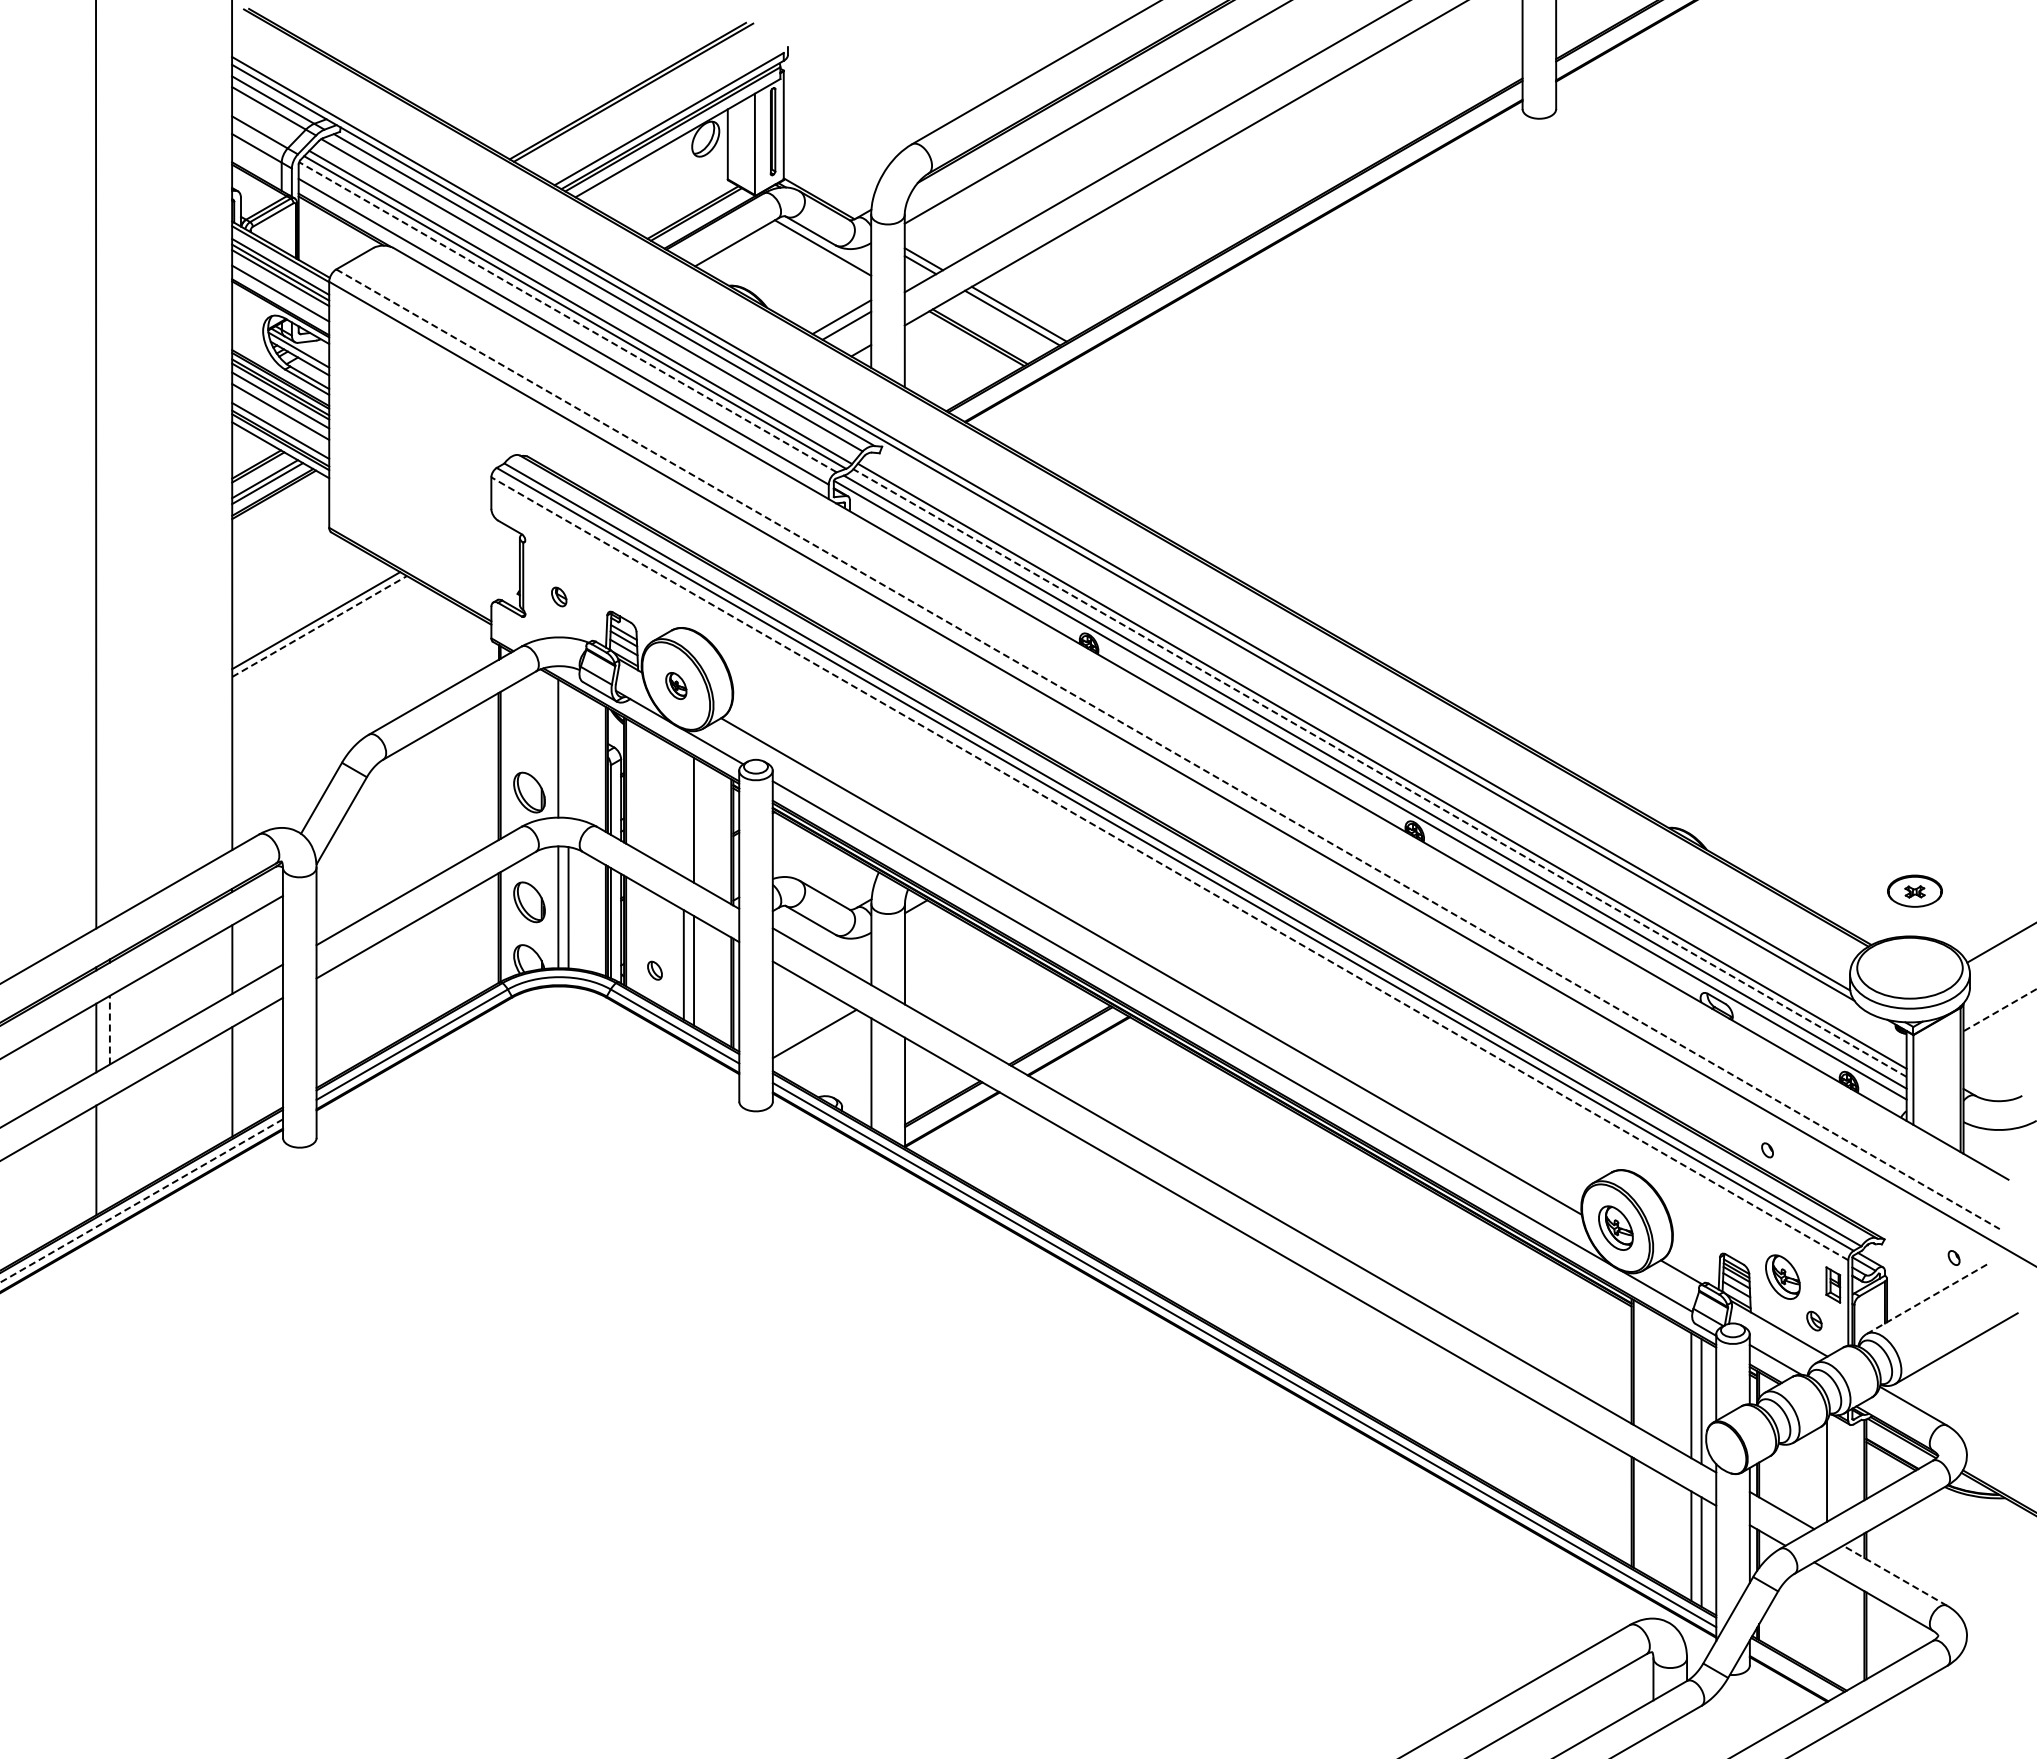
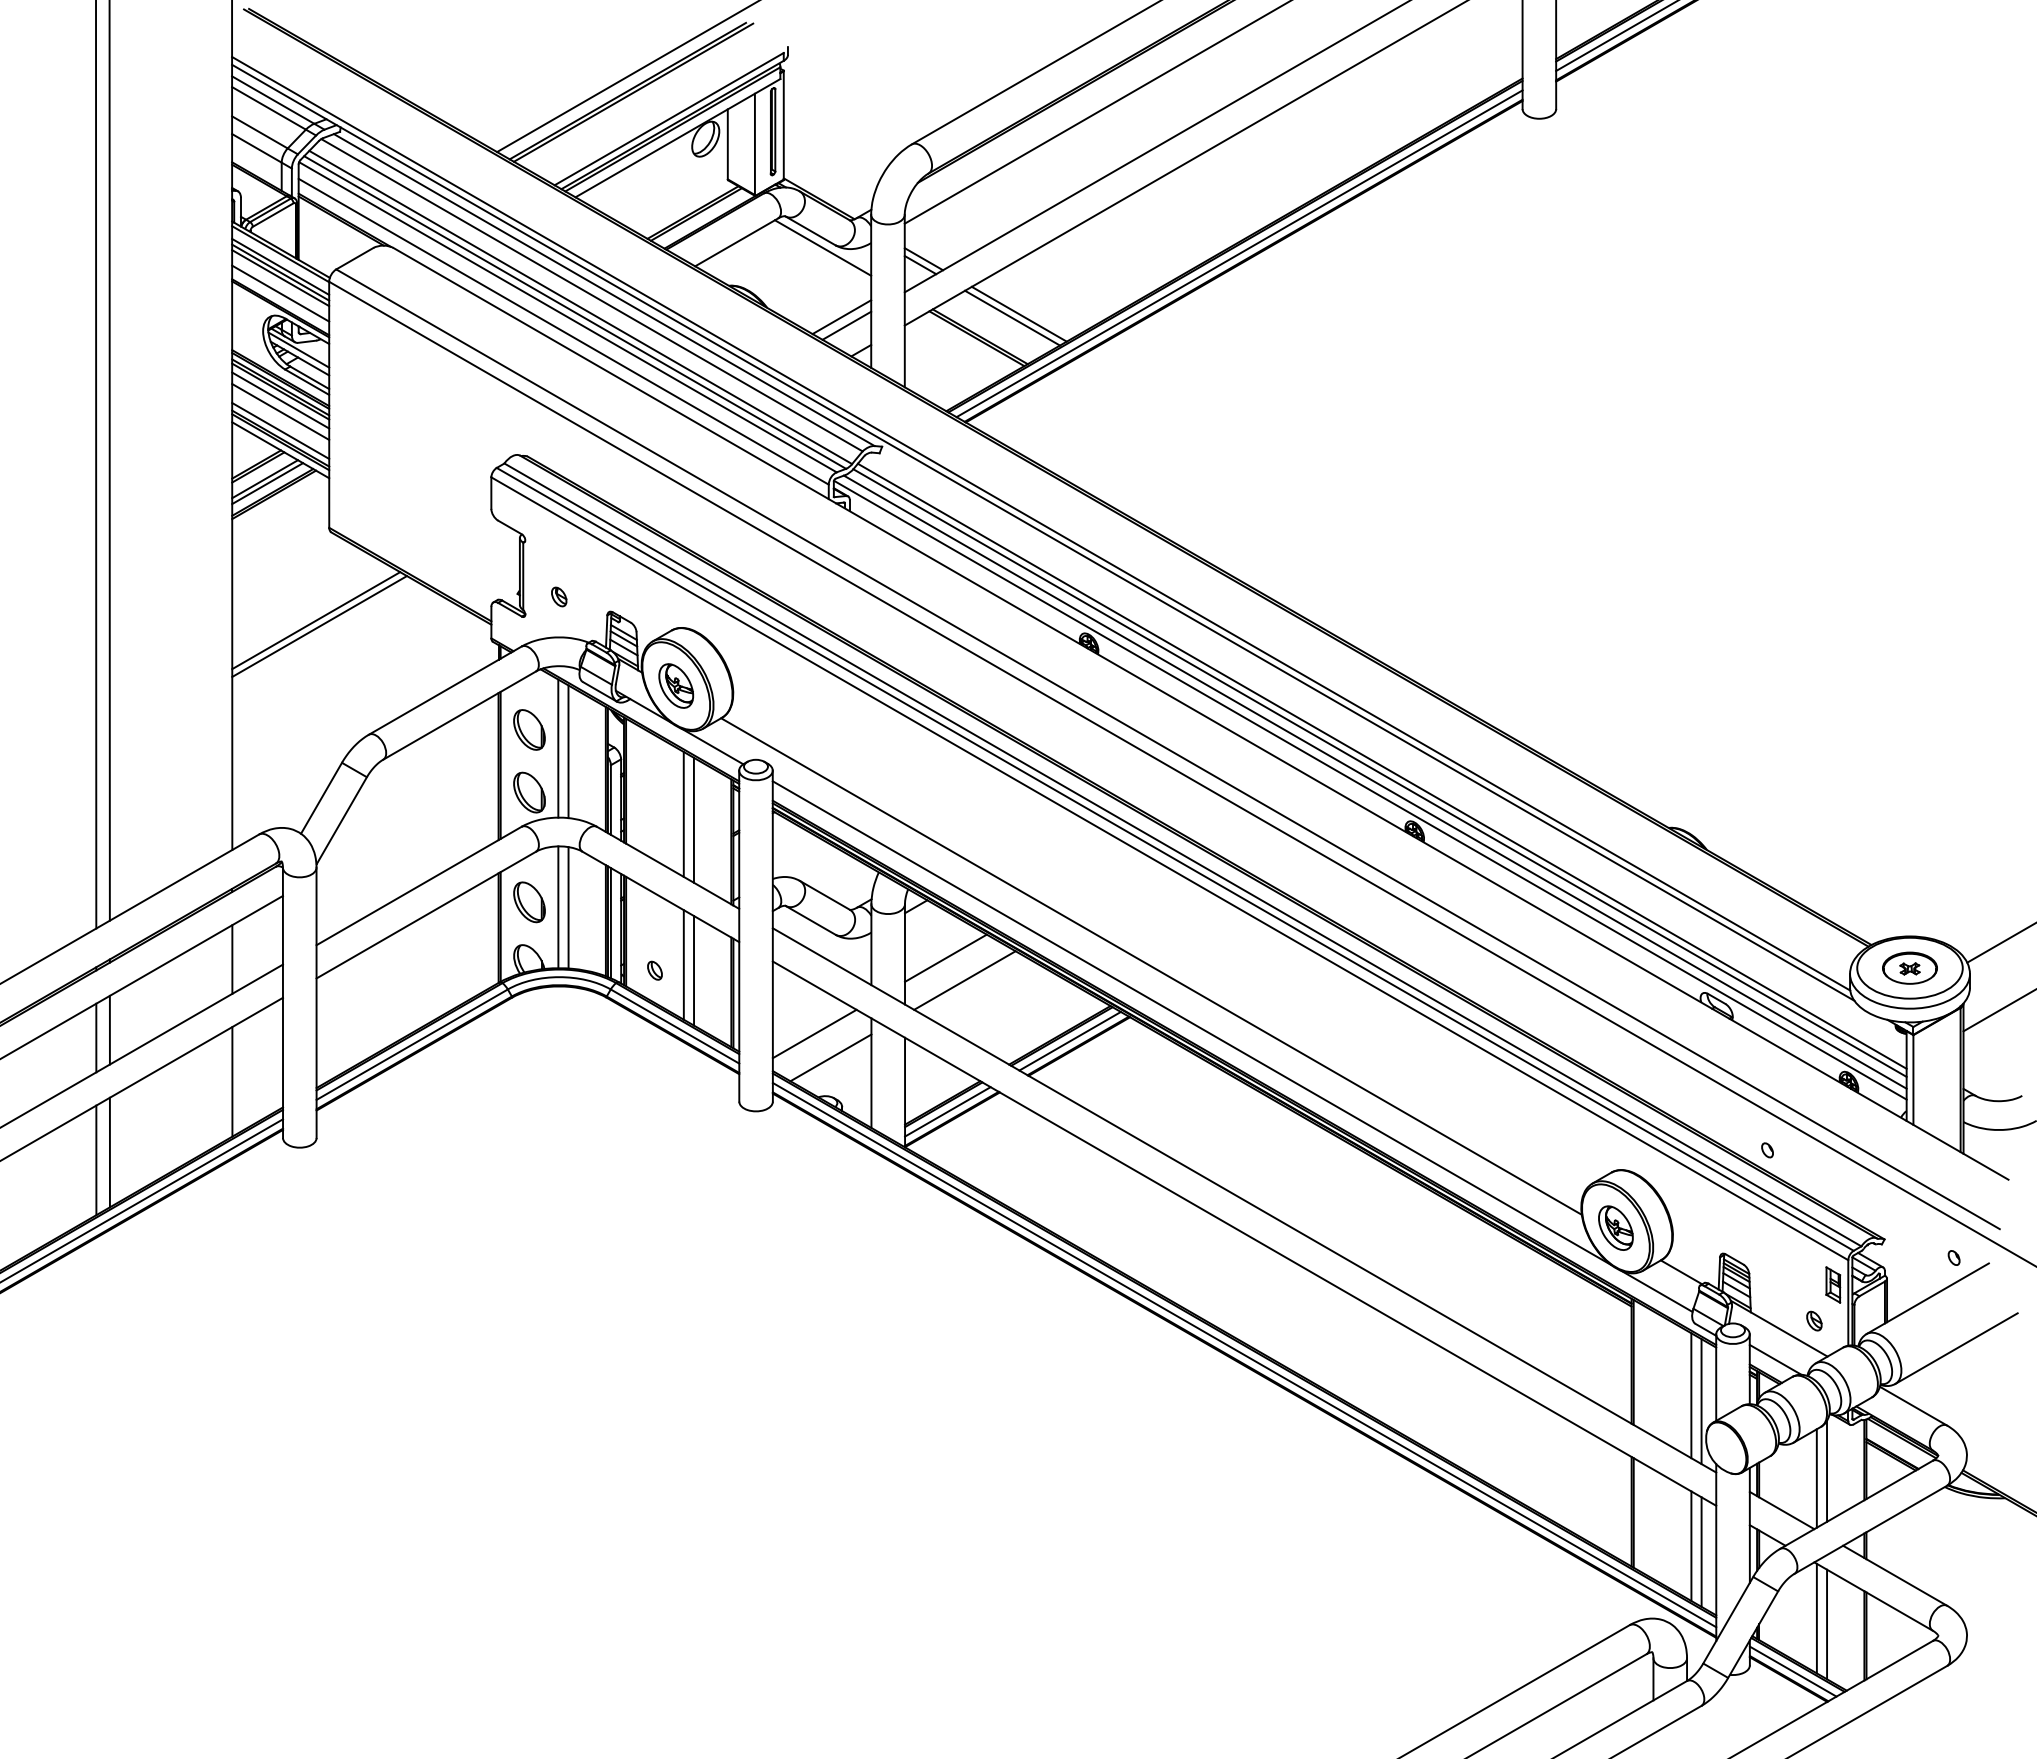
line at (1615, 36): none -> present
line at (627, 77): none -> present
line at (1239, 253): none -> present
line at (567, 317): dashed -> solid
line at (109, 461): none -> present
line at (319, 626): dashed -> solid
part at (676, 685) size: 23x28 px -> 37x46 px
part at (529, 729): none -> present
line at (1168, 749): dashed -> solid
line at (568, 751): none -> present
line at (1380, 773): dashed -> solid
line at (683, 813): none -> present
line at (1169, 868): dashed -> solid
part at (1914, 890) position: (1914, 890) -> (1909, 967)
line at (945, 957): none -> present
line at (964, 980): none -> present
line at (1999, 1010): dashed -> solid
line at (109, 1029): dashed -> solid
line at (1069, 1040): none -> present
line at (830, 1057): none -> present
line at (947, 1111): none -> present
line at (109, 1152): none -> present
line at (141, 1201): dashed -> solid
part at (1782, 1276): present -> none
line at (1927, 1298): dashed -> solid
line at (1816, 1478): none -> present
line at (1894, 1575): dashed -> solid
line at (1816, 1618): none -> present
line at (1827, 1624): none -> present
line at (1792, 1671): none -> present
